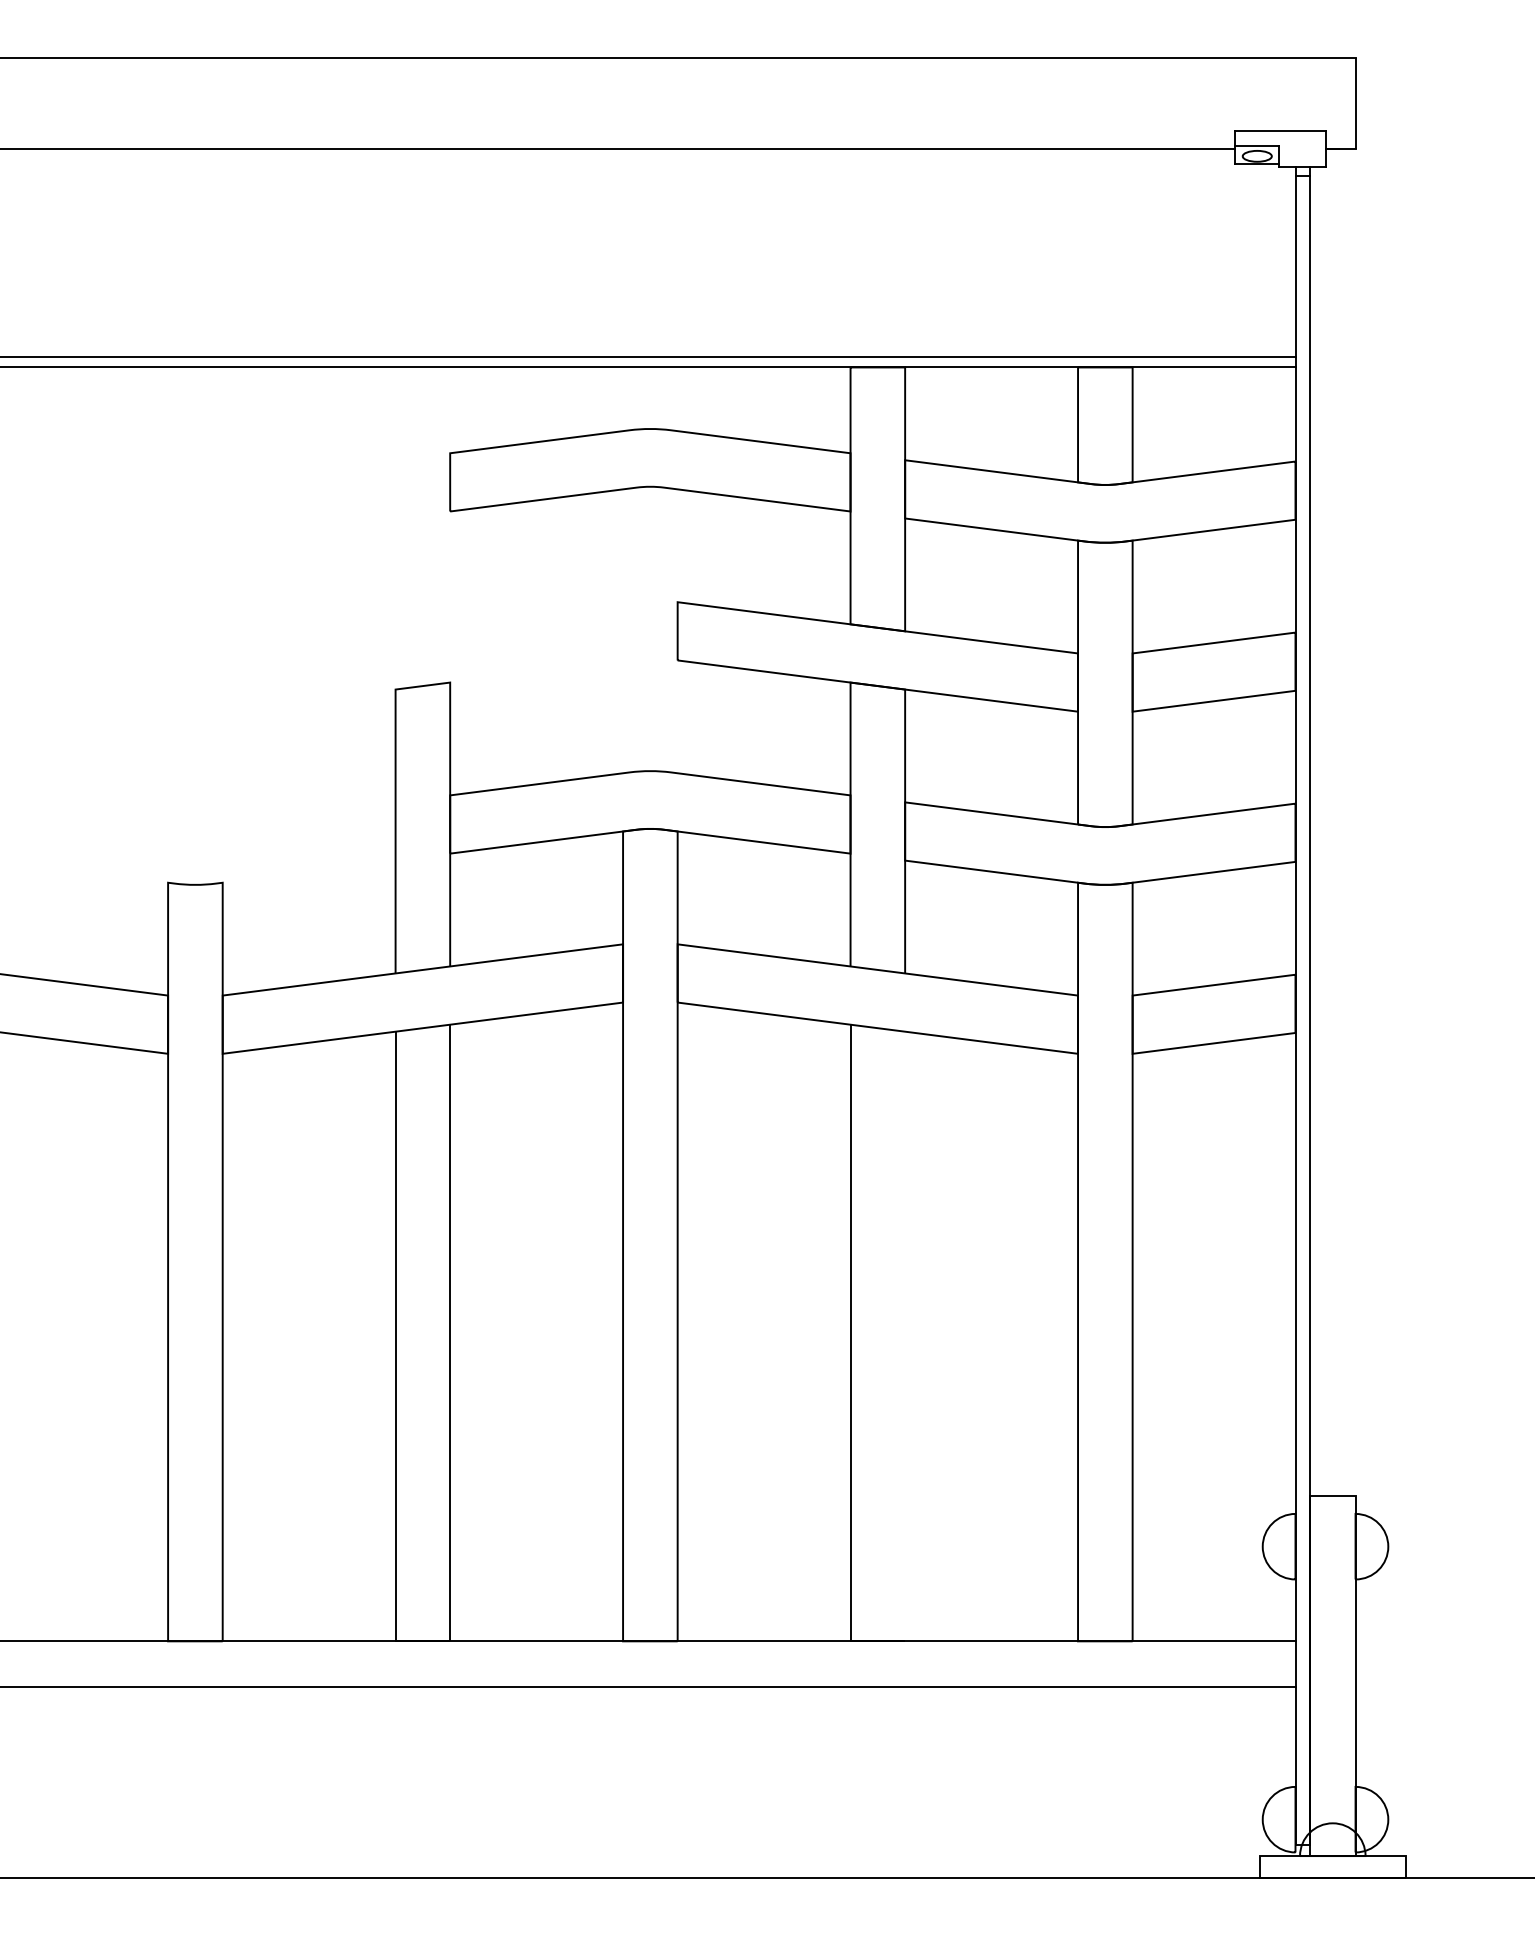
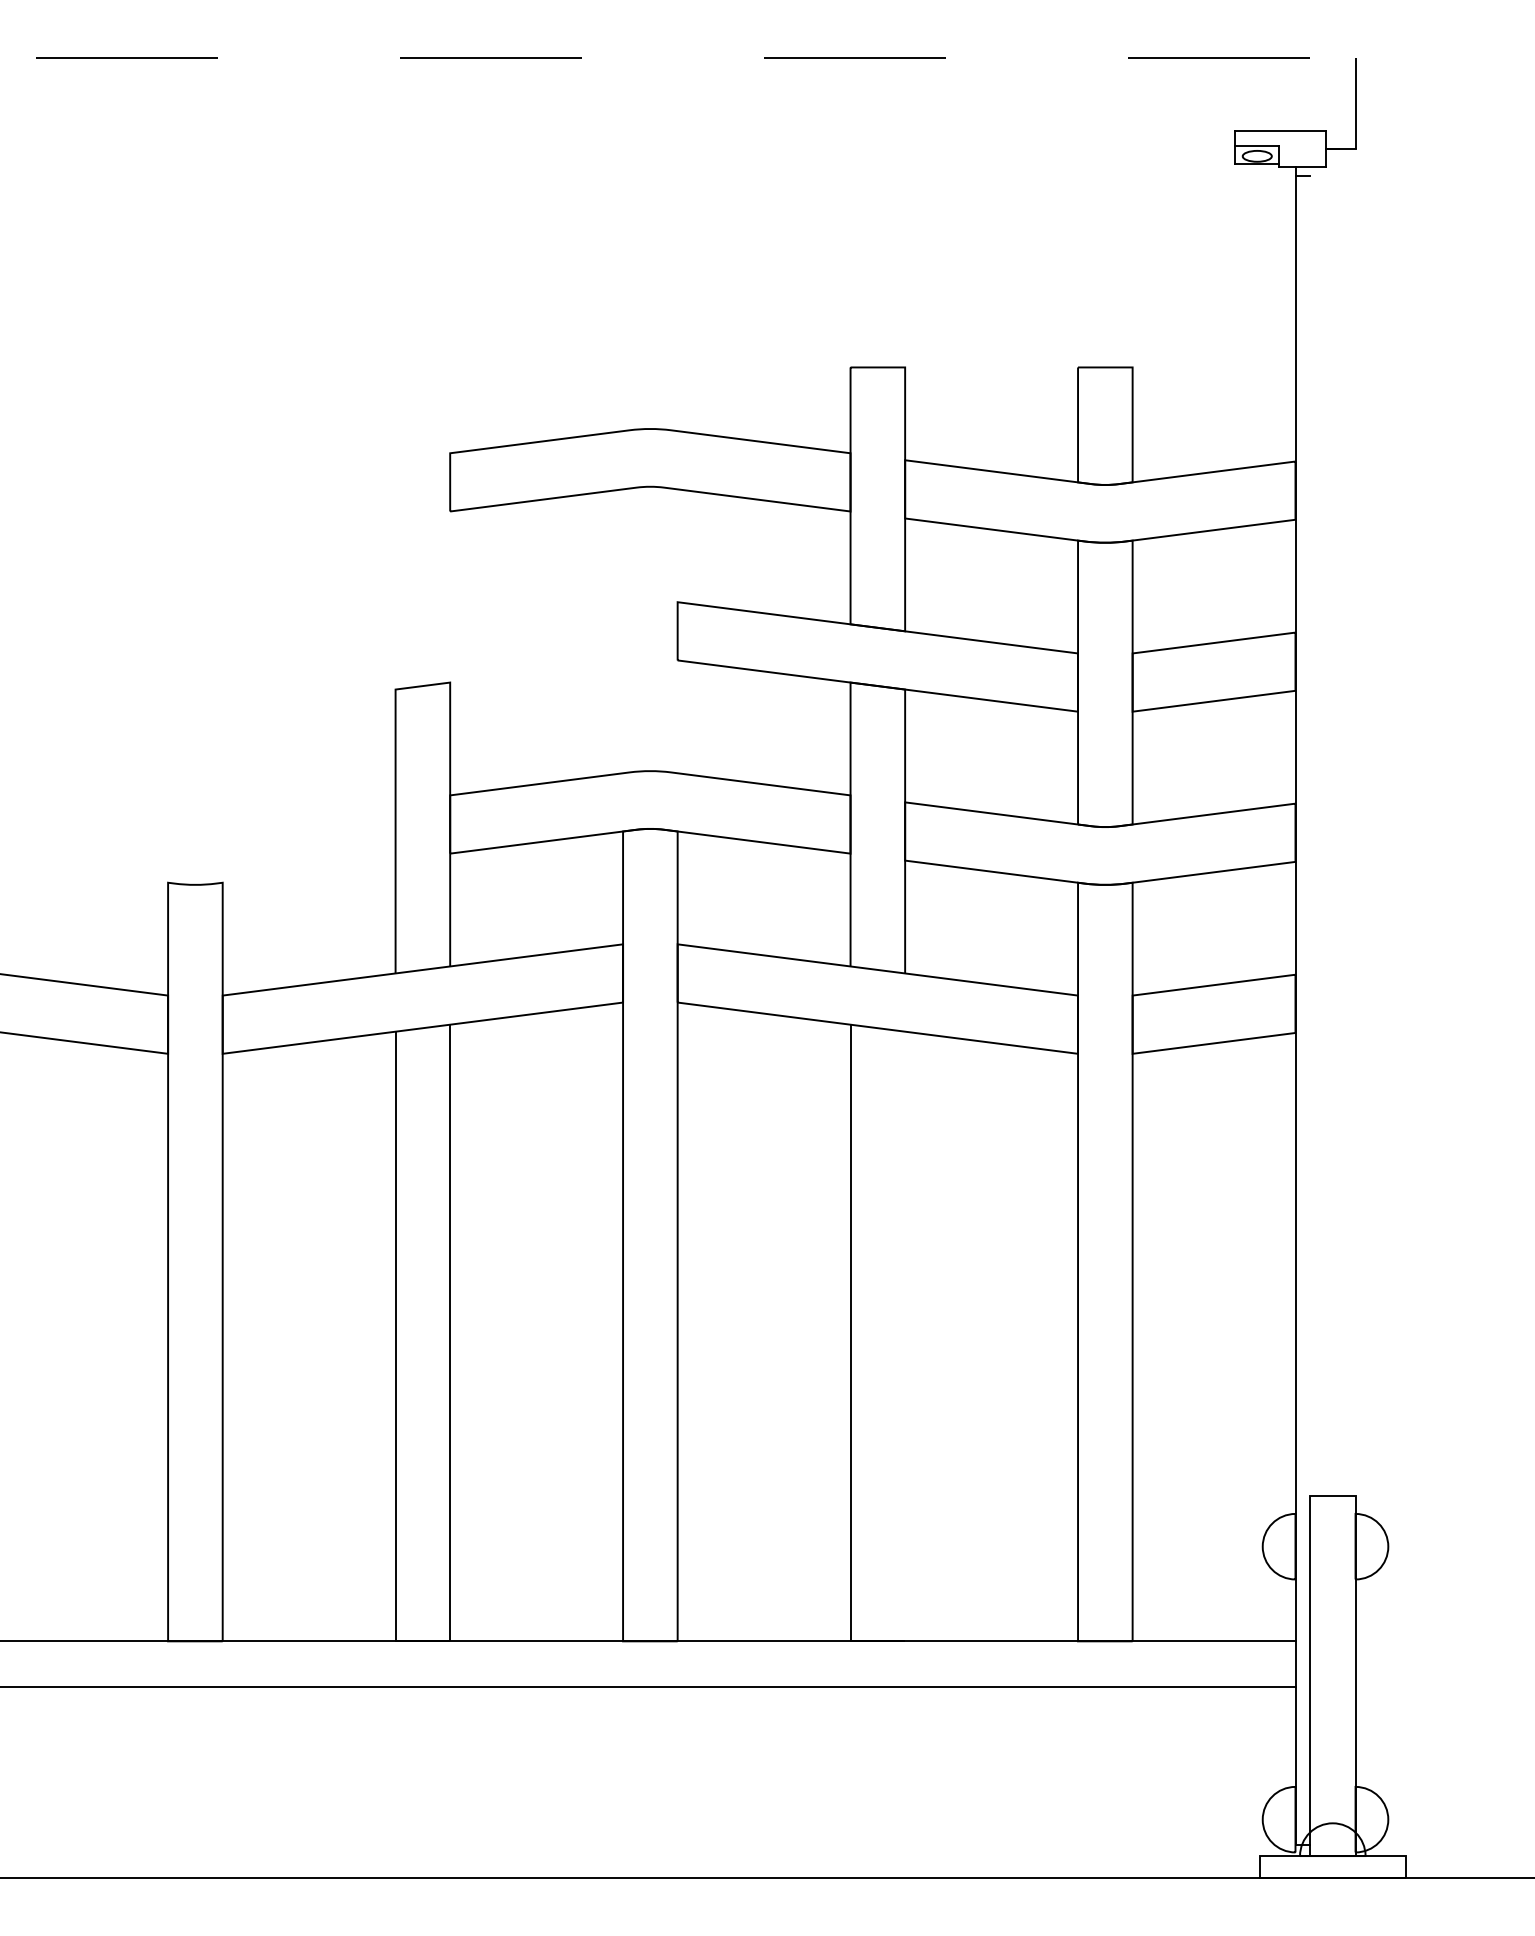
line at (678, 58): solid -> dashed
line at (618, 149): present -> none
line at (648, 356): present -> none
line at (648, 367): present -> none
line at (1310, 1006): present -> none
